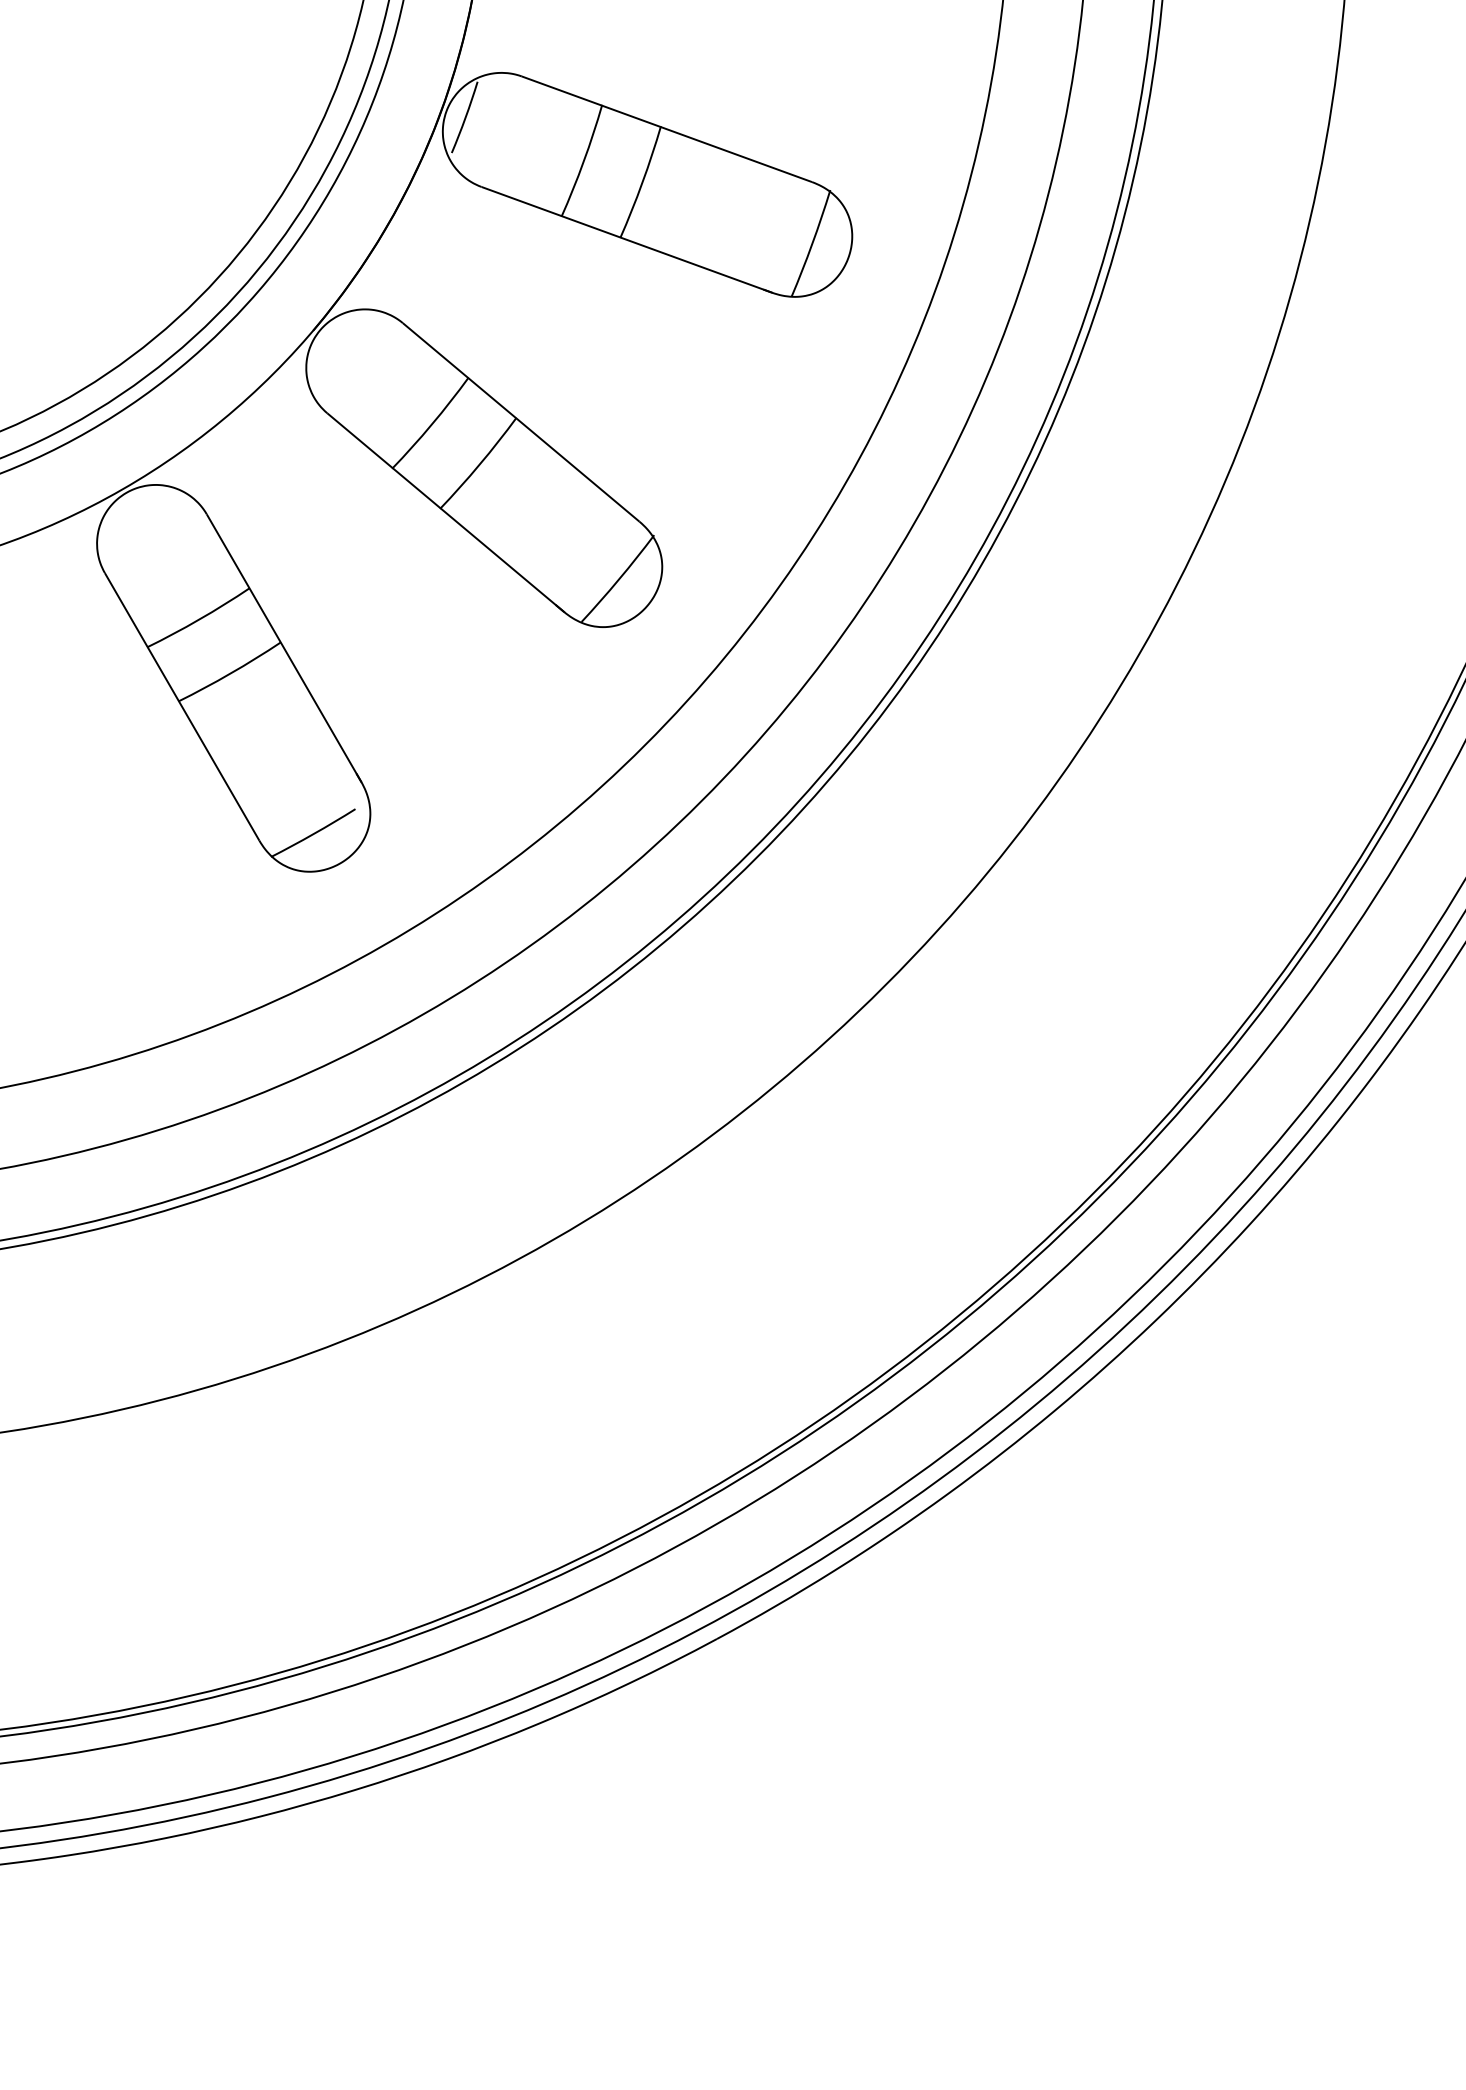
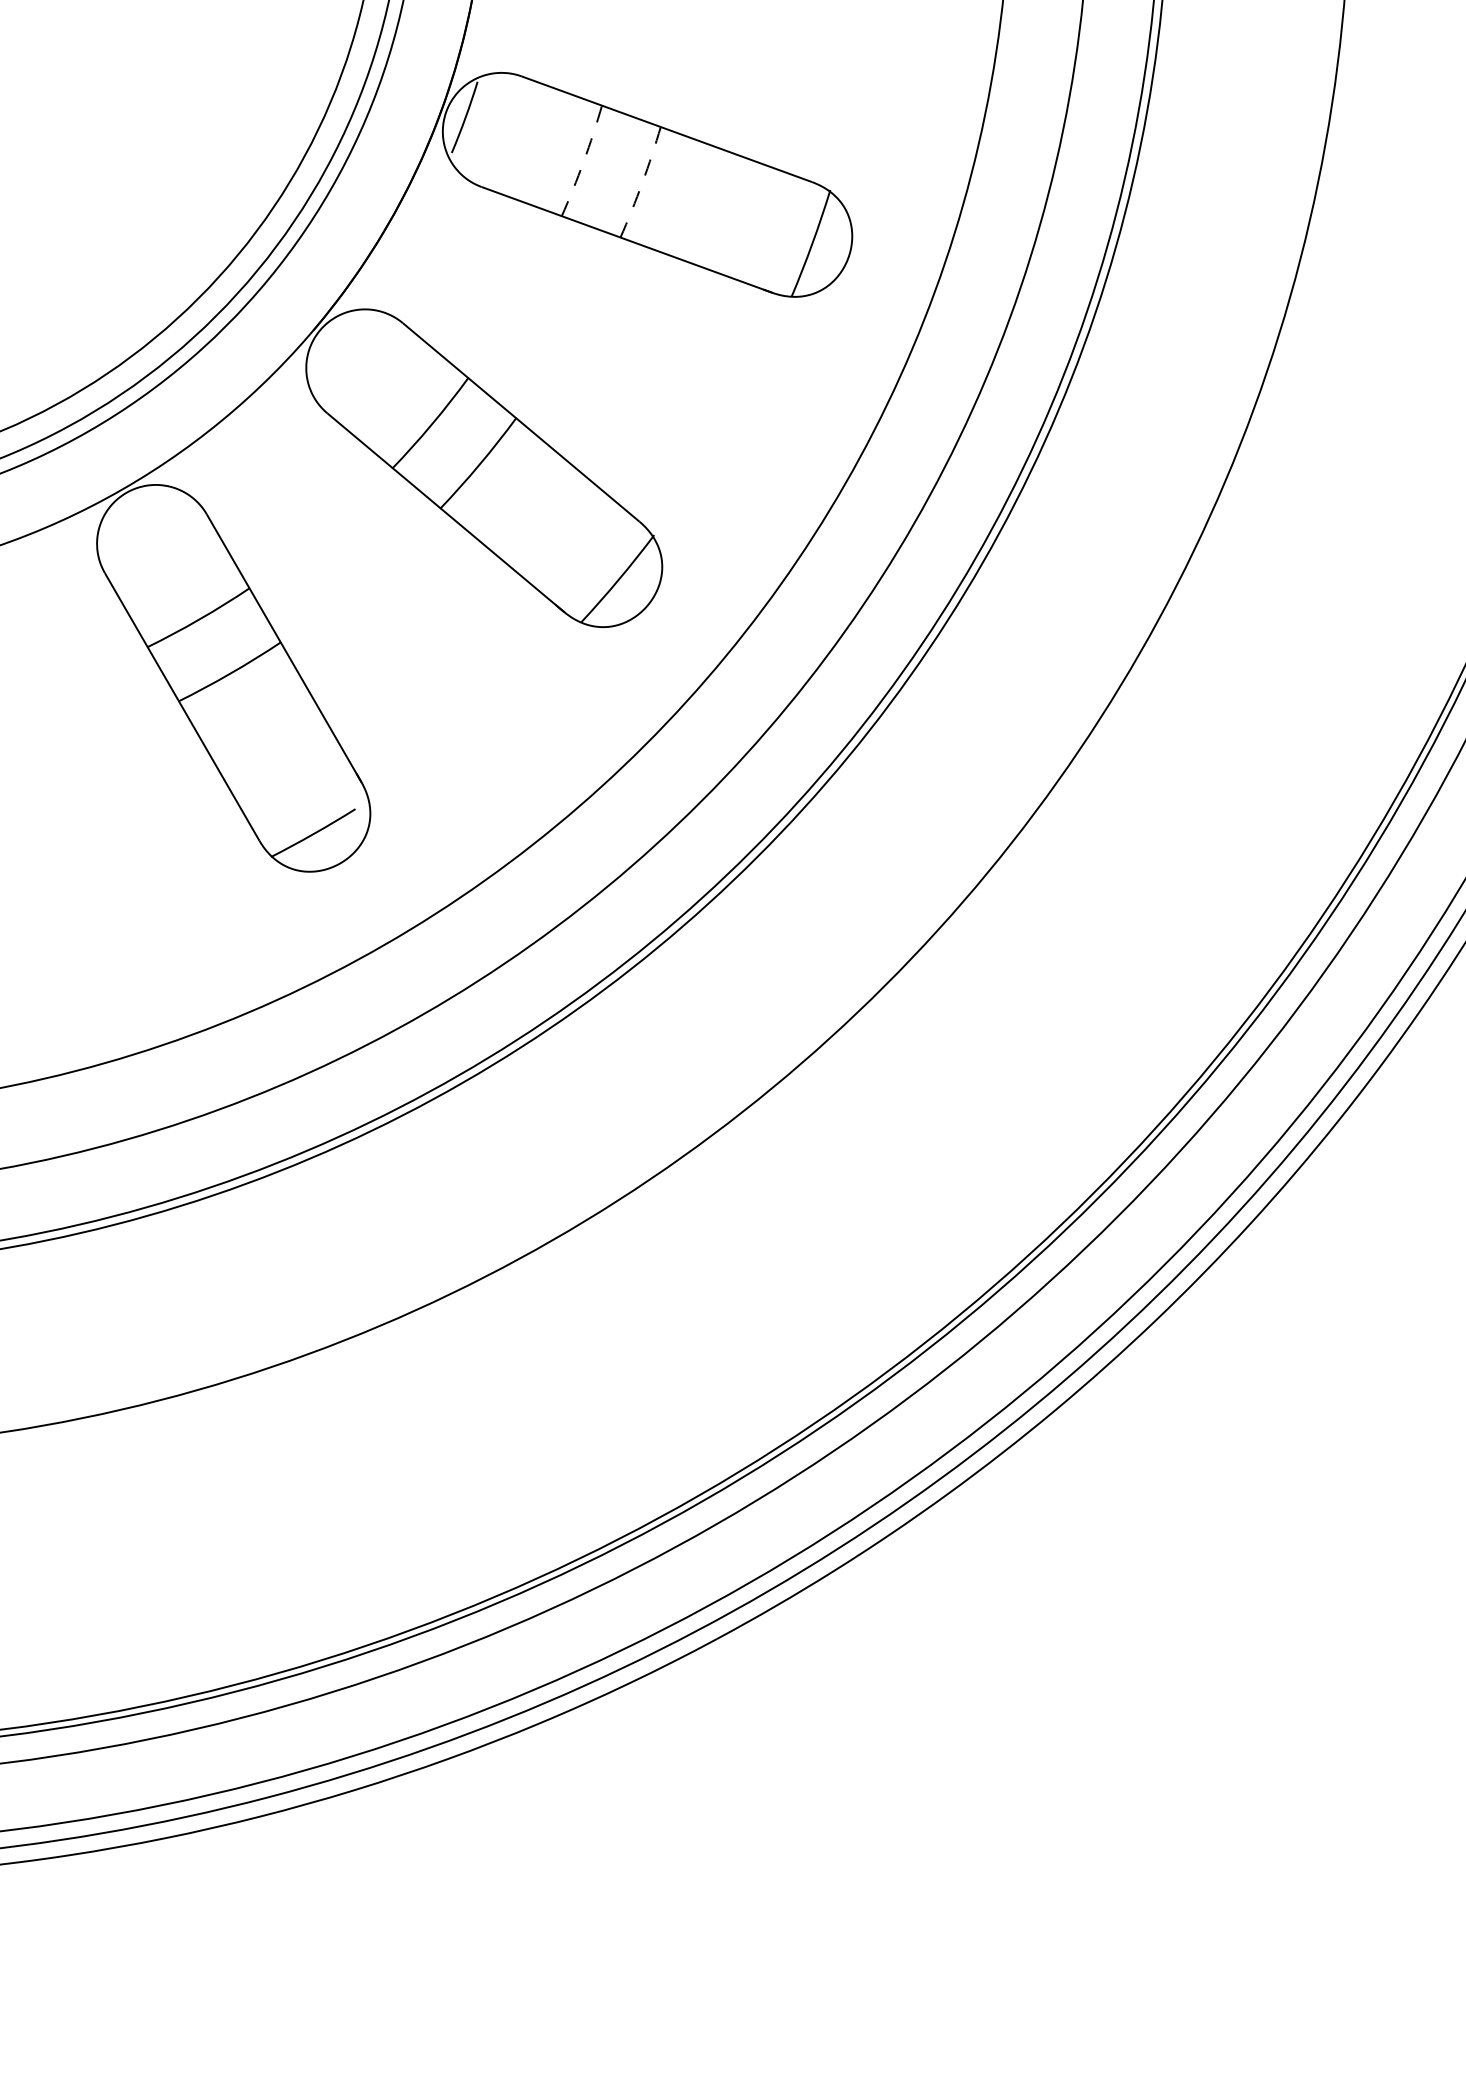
arc at (583, 161): solid -> dashed
arc at (642, 182): solid -> dashed
